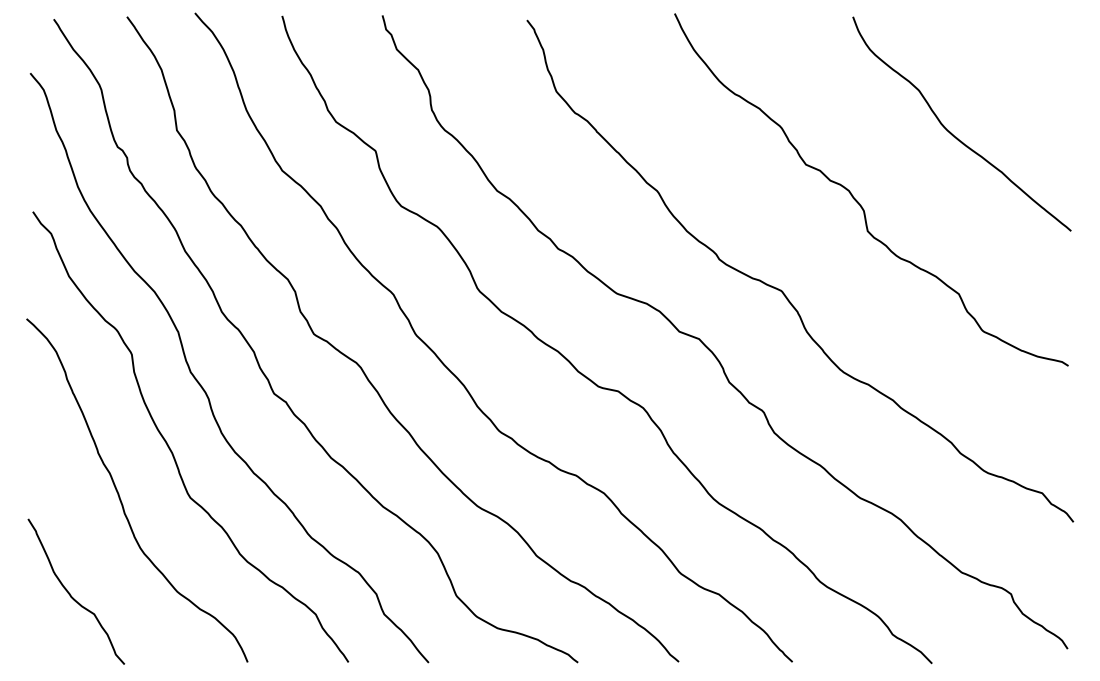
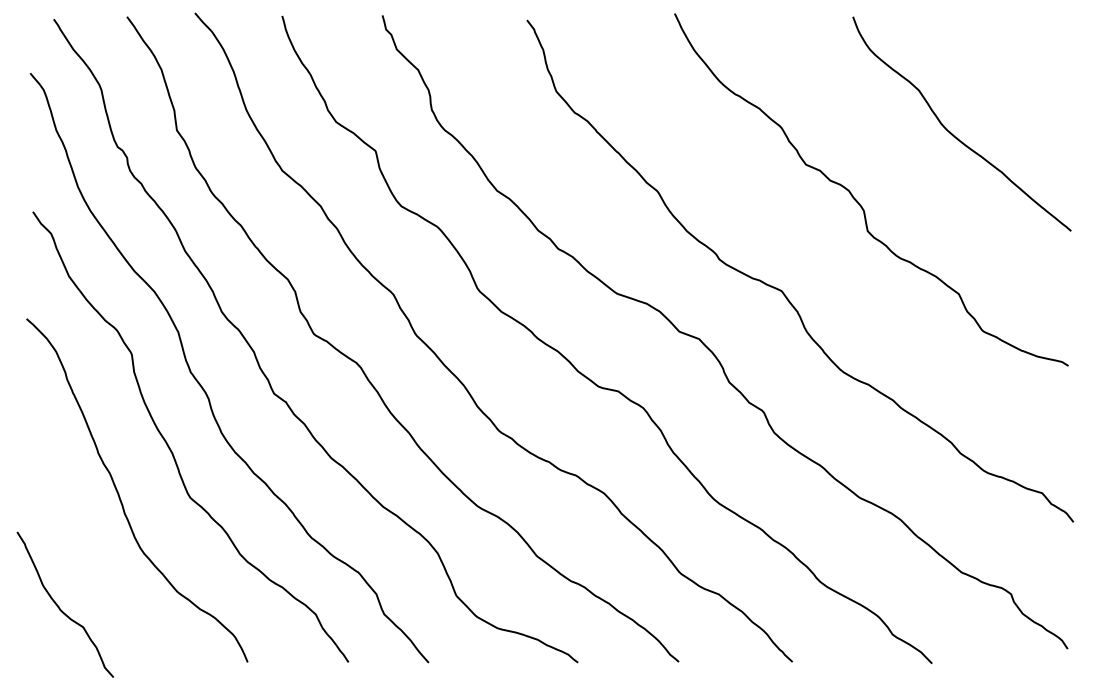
curve at (70, 593) position: (70, 593) -> (59, 606)
